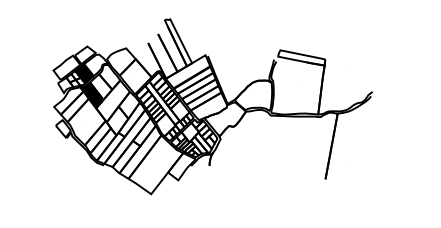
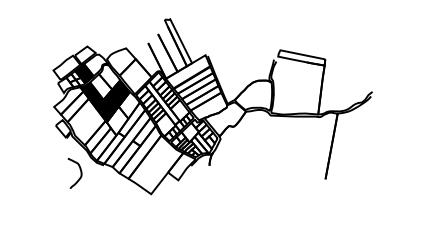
hatch at (112, 101): none -> present
curve at (79, 169): none -> present
